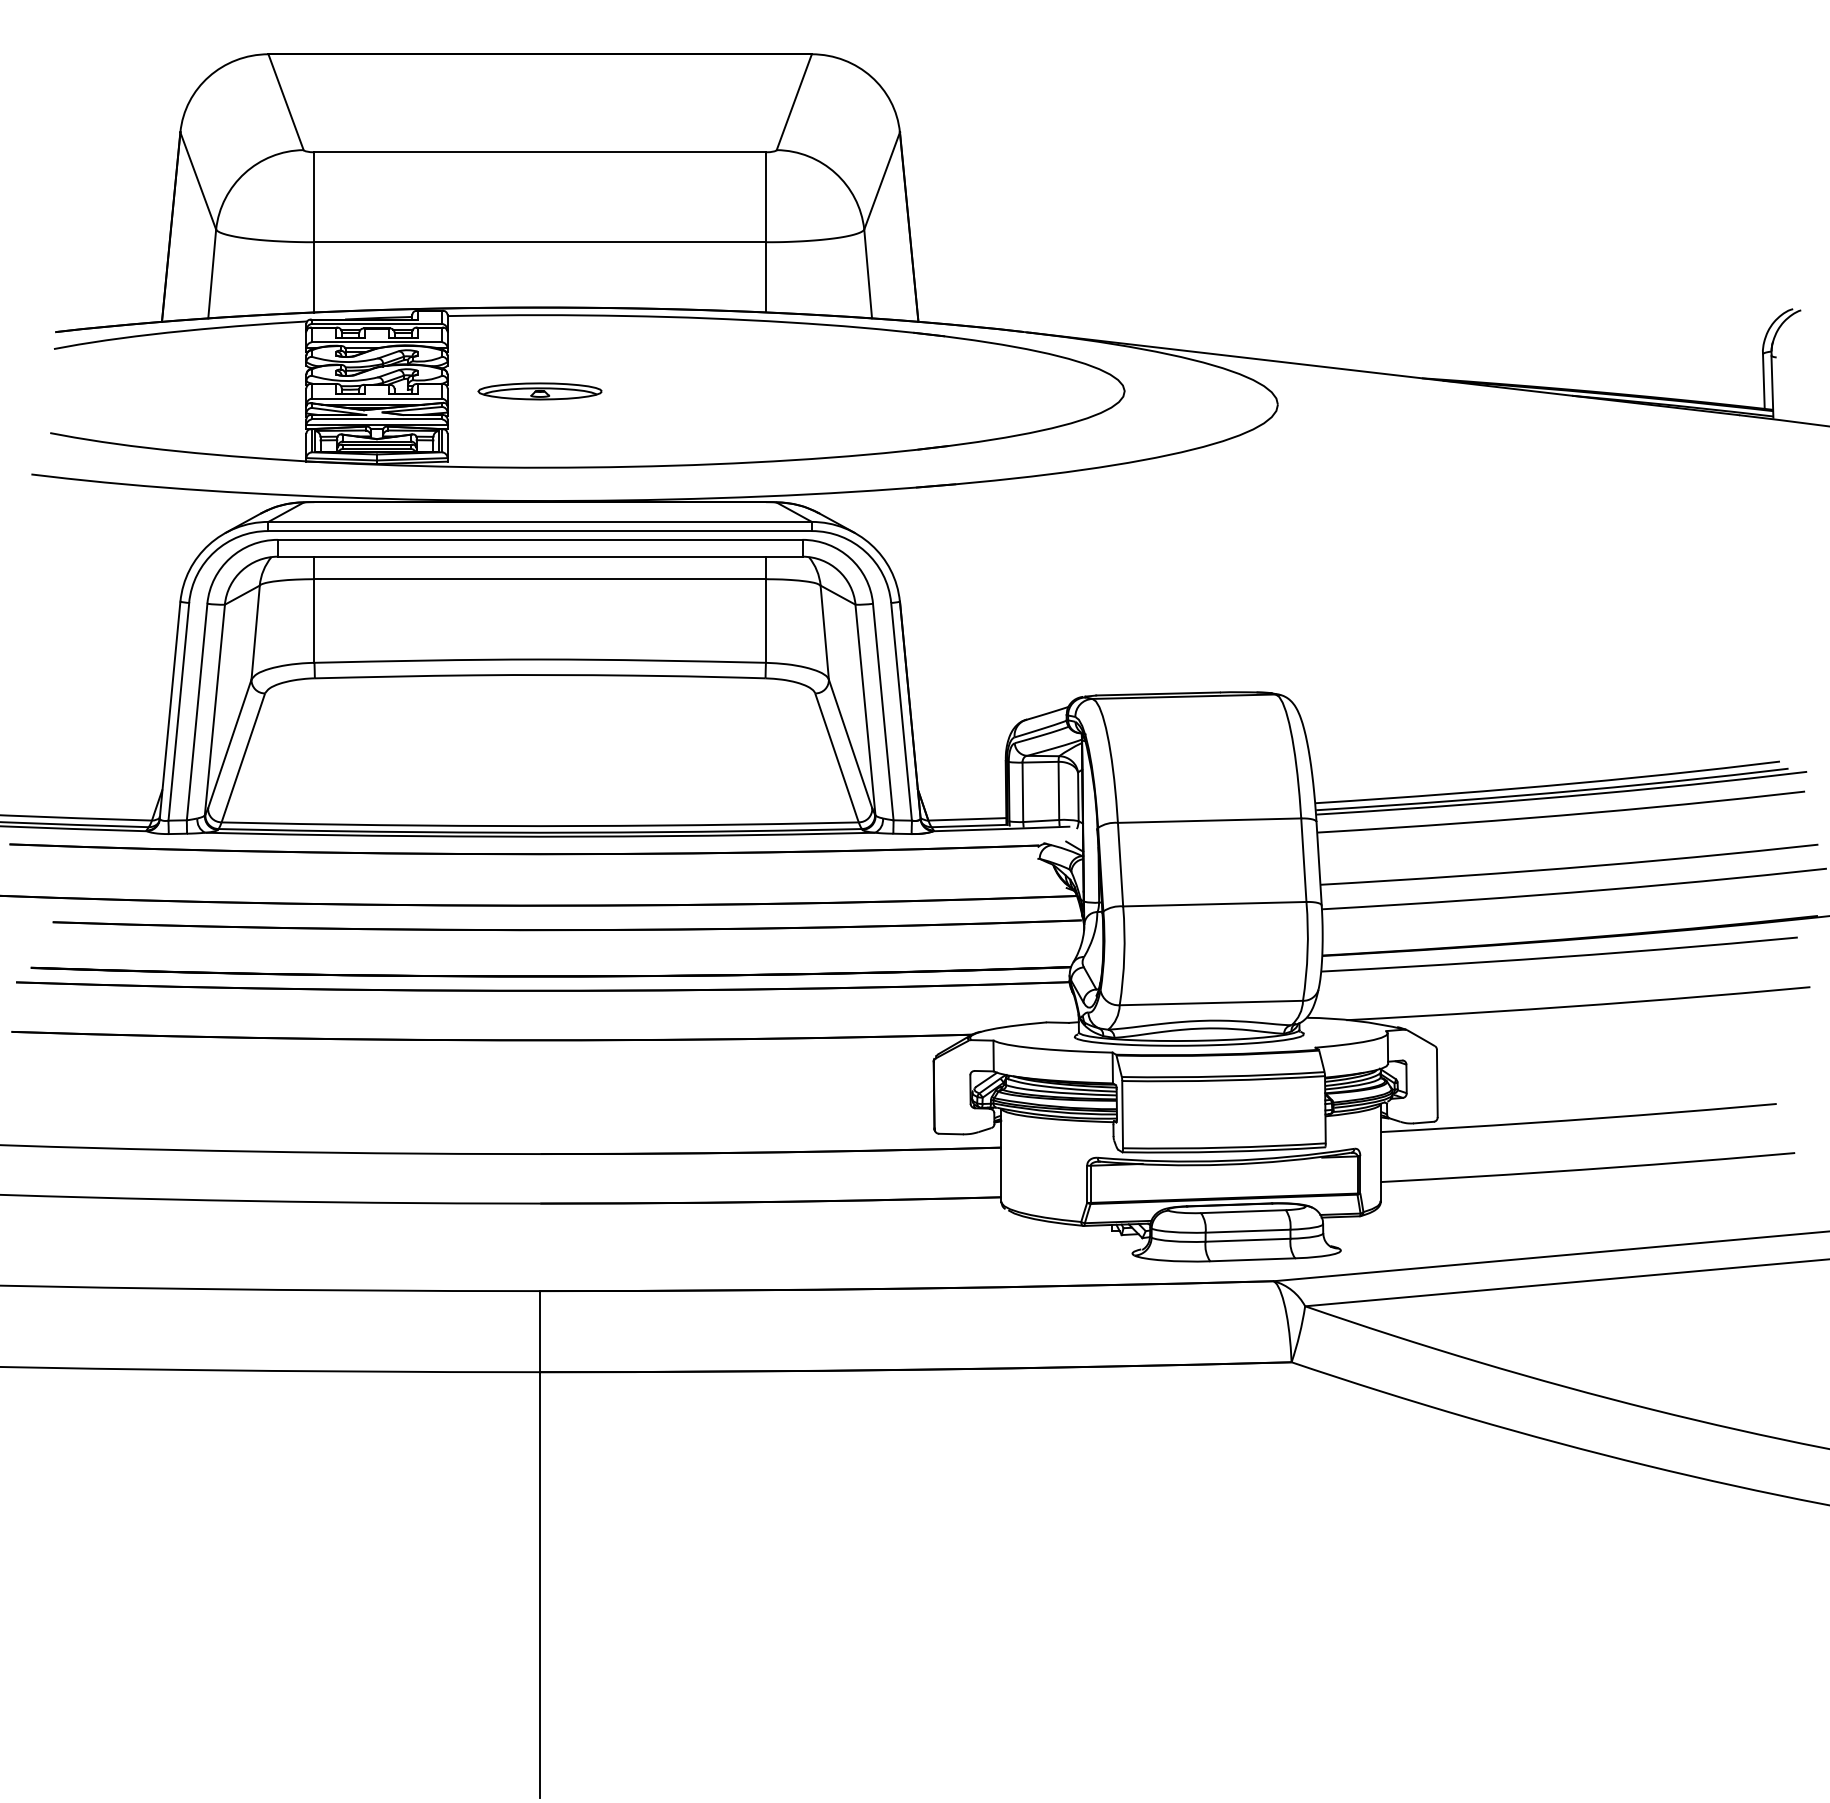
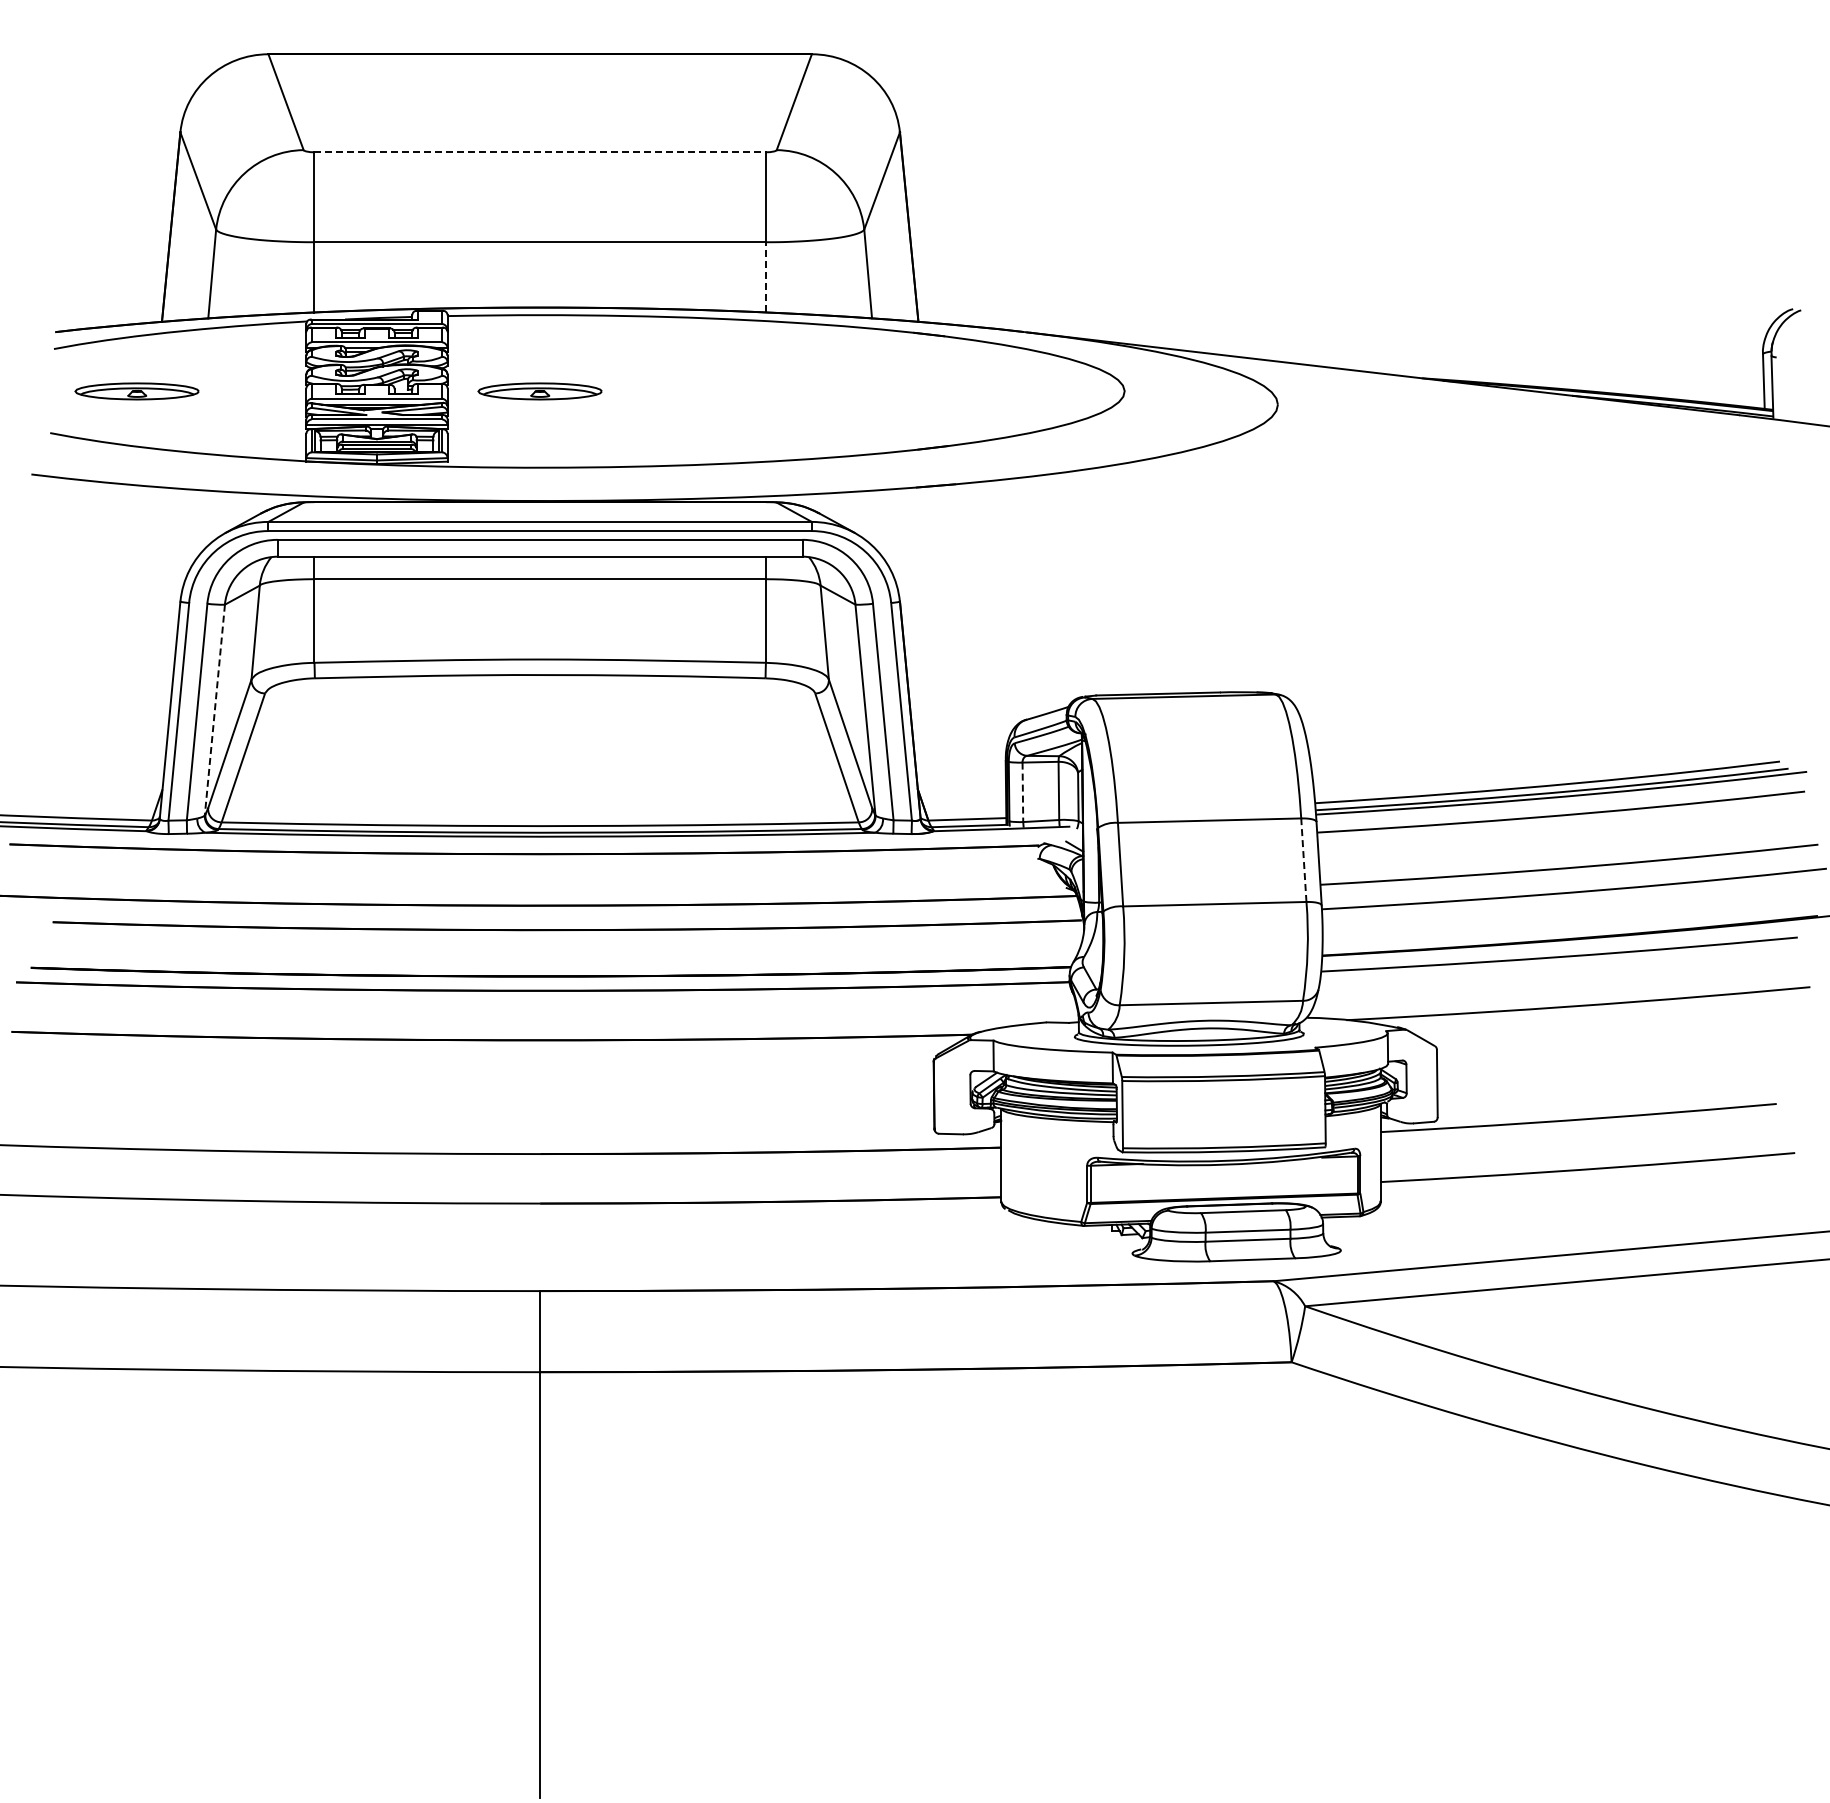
line at (540, 152): solid -> dashed
line at (765, 276): solid -> dashed
part at (136, 391): none -> present
line at (214, 710): solid -> dashed
line at (1022, 792): solid -> dashed
line at (1303, 860): solid -> dashed
